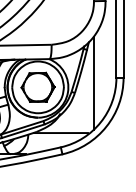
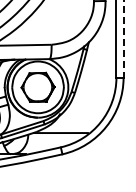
line at (123, 39): solid -> dashed
line at (93, 82): present -> none
